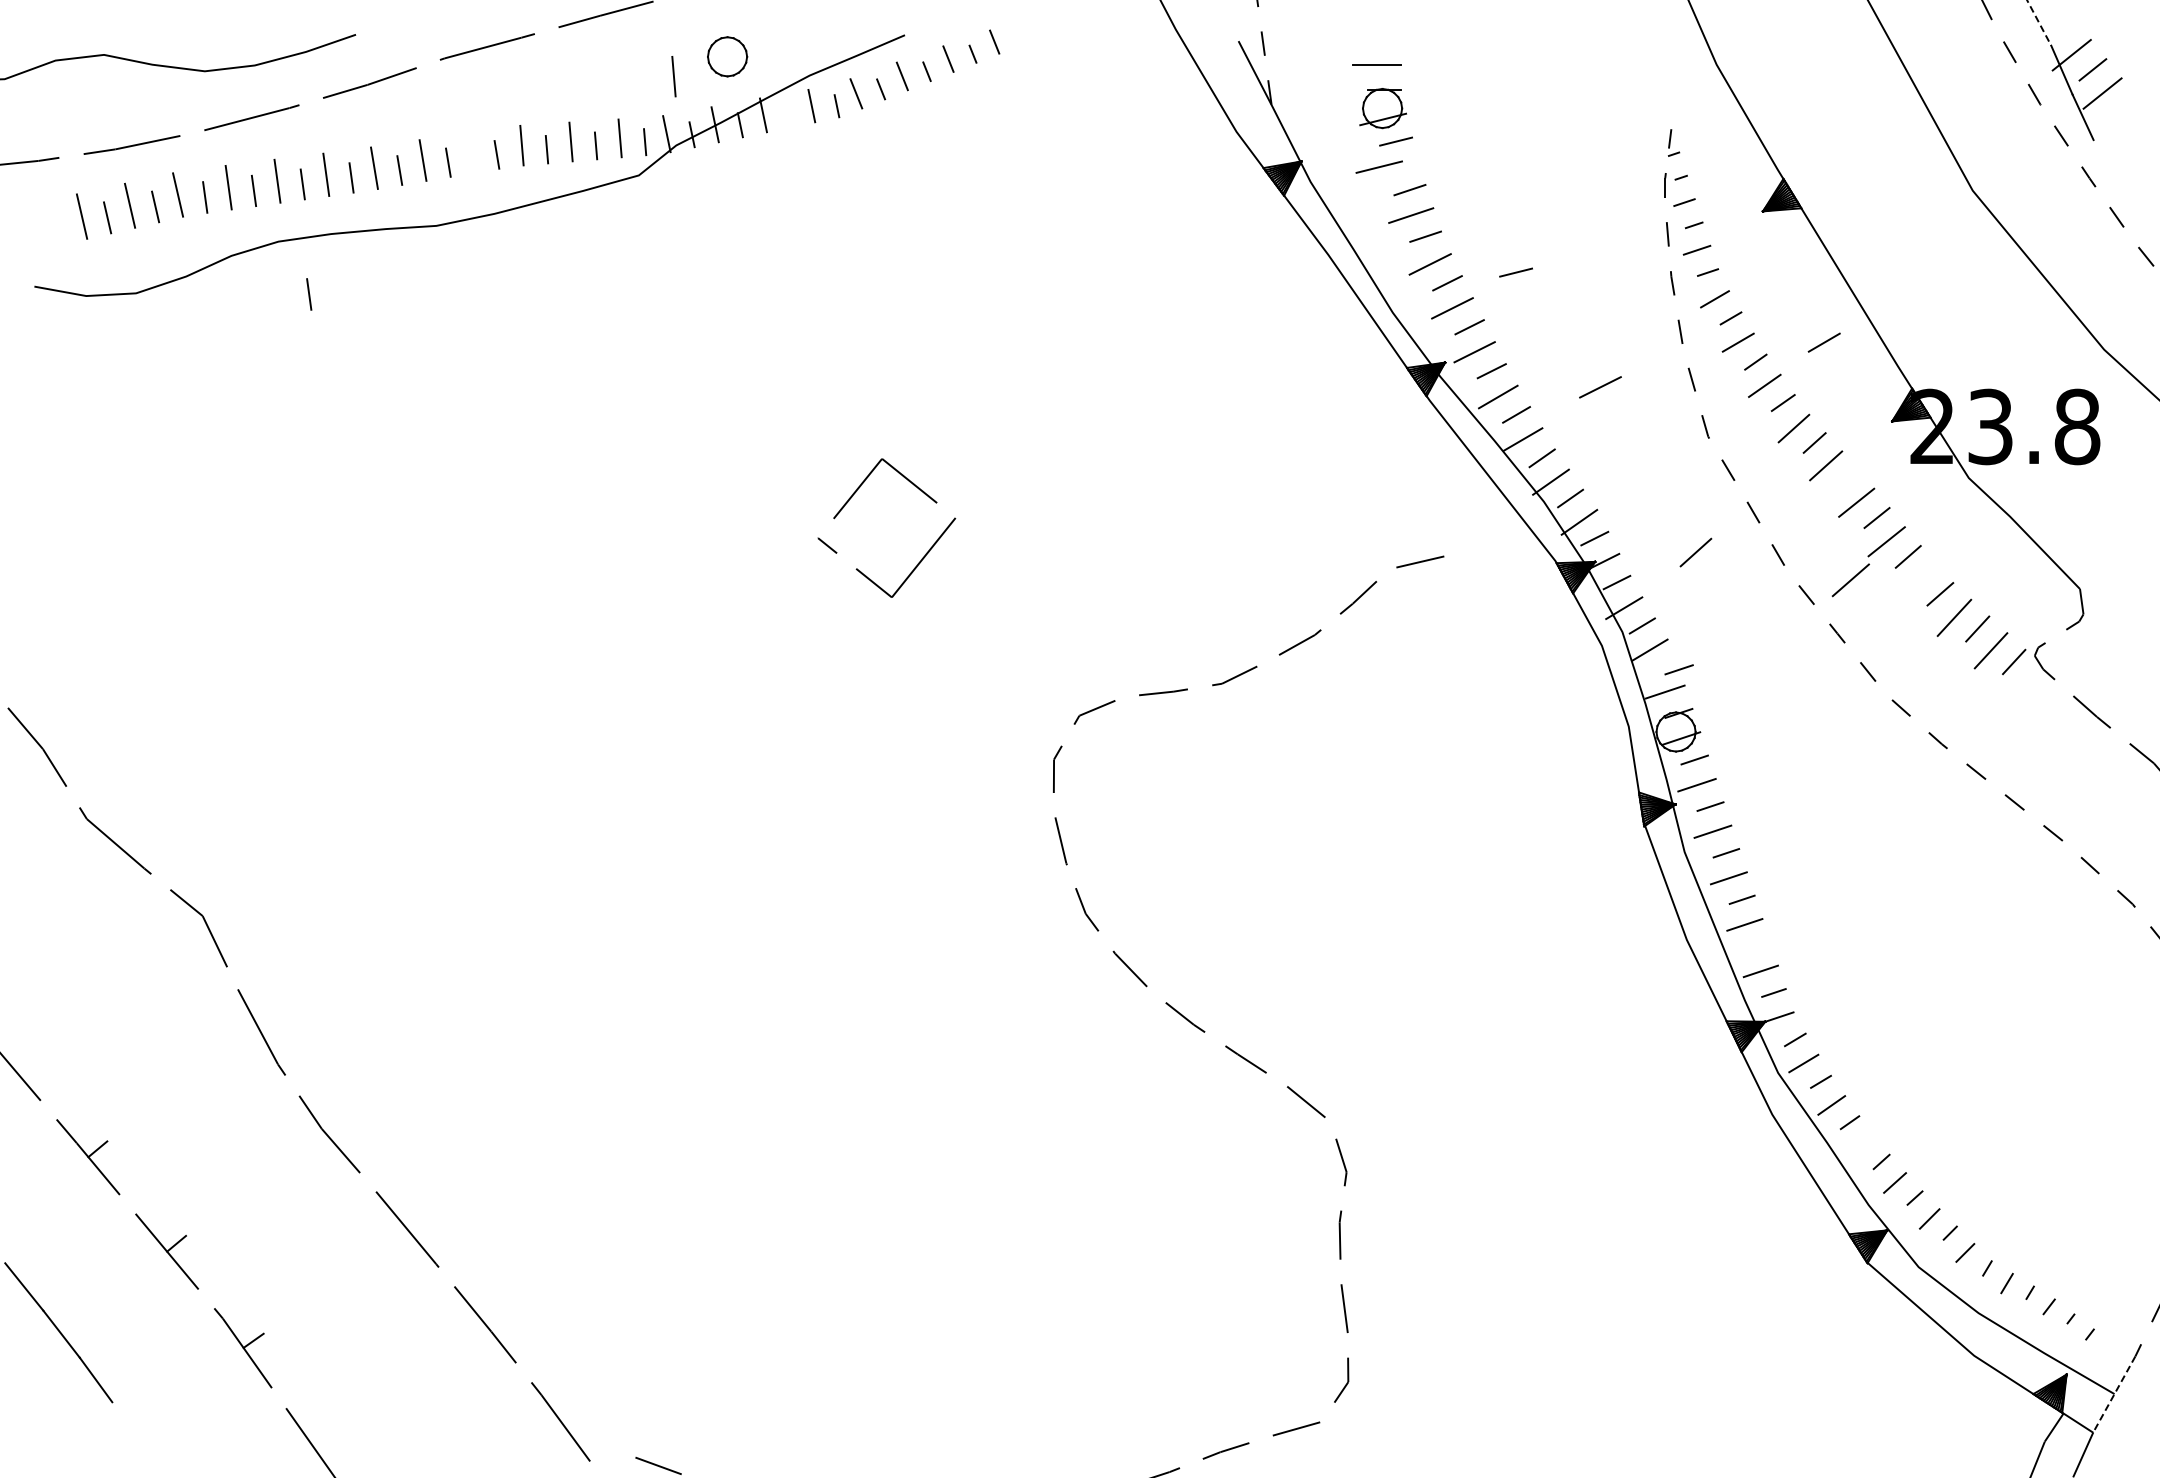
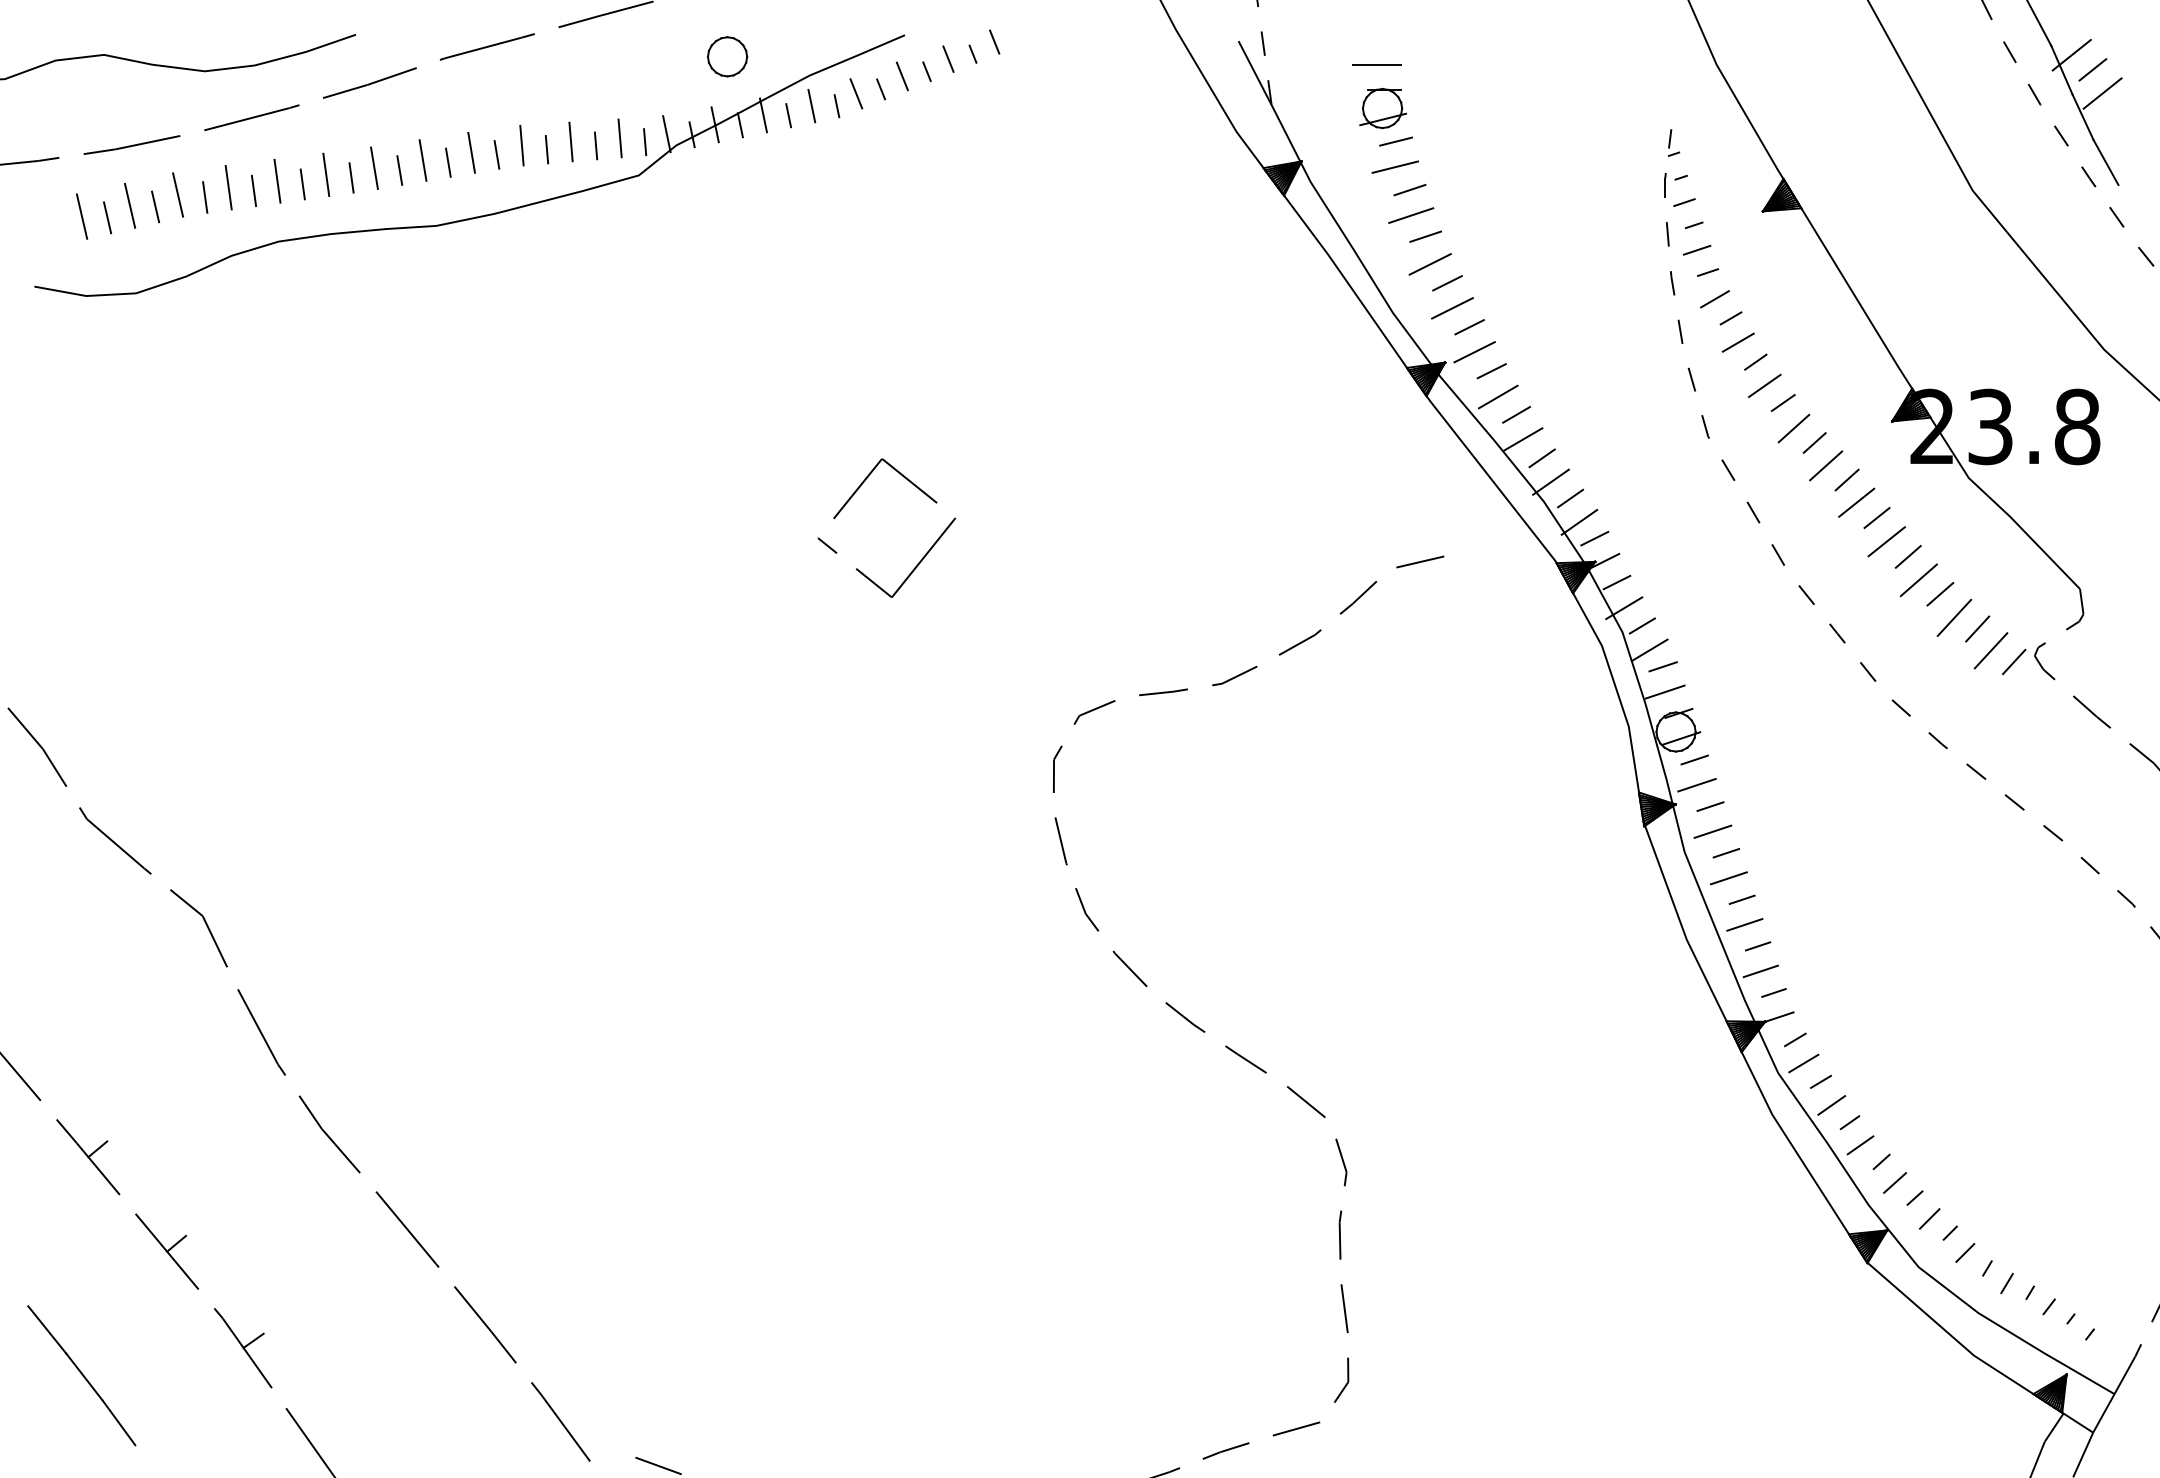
line at (2039, 22): dashed -> solid
line at (673, 76): present -> none
line at (788, 115): none -> present
line at (471, 152): none -> present
line at (2105, 162): none -> present
line at (1378, 166) position: (1378, 166) -> (1394, 166)
line at (1515, 272): present -> none
line at (309, 294): present -> none
line at (1823, 342): present -> none
line at (1600, 387): present -> none
line at (1846, 479): none -> present
line at (1695, 552): present -> none
line at (1850, 580) position: (1850, 580) -> (1918, 580)
line at (1678, 669) position: (1678, 669) -> (1662, 666)
line at (1758, 946): none -> present
line at (1860, 1145): none -> present
part at (58, 1332) position: (58, 1332) -> (81, 1375)
line at (2114, 1394): dashed -> solid
